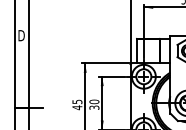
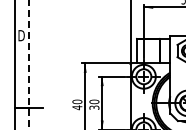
line at (28, 64): solid -> dashed
text at (77, 101): 45 -> 40
